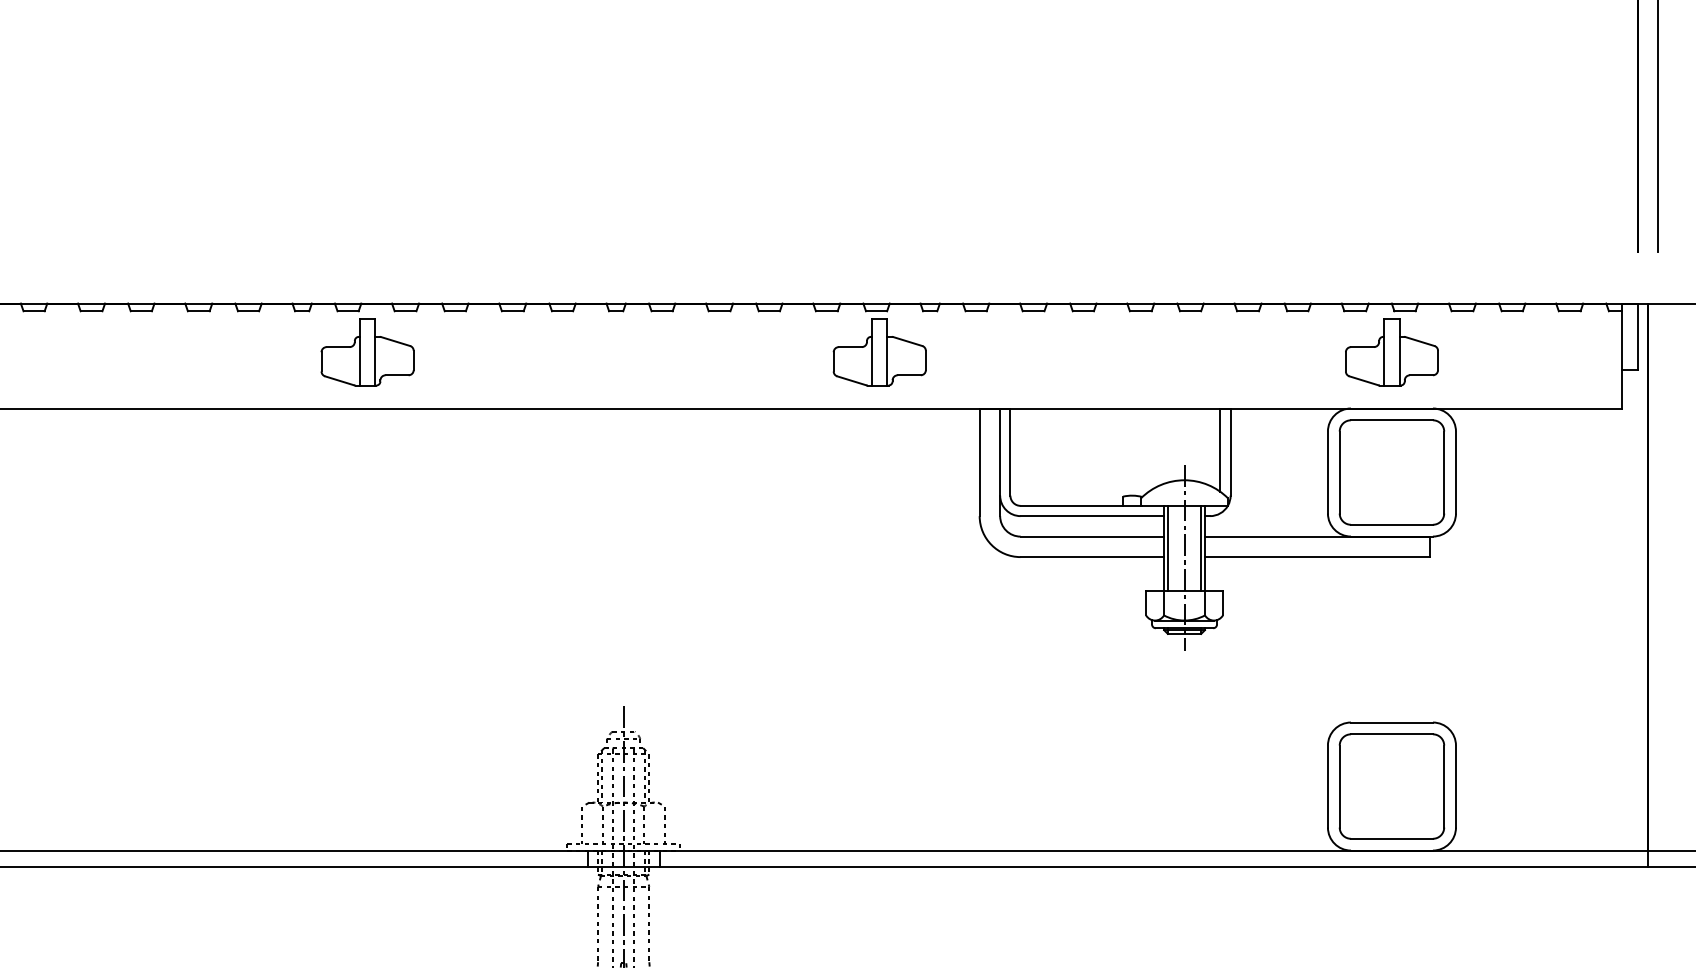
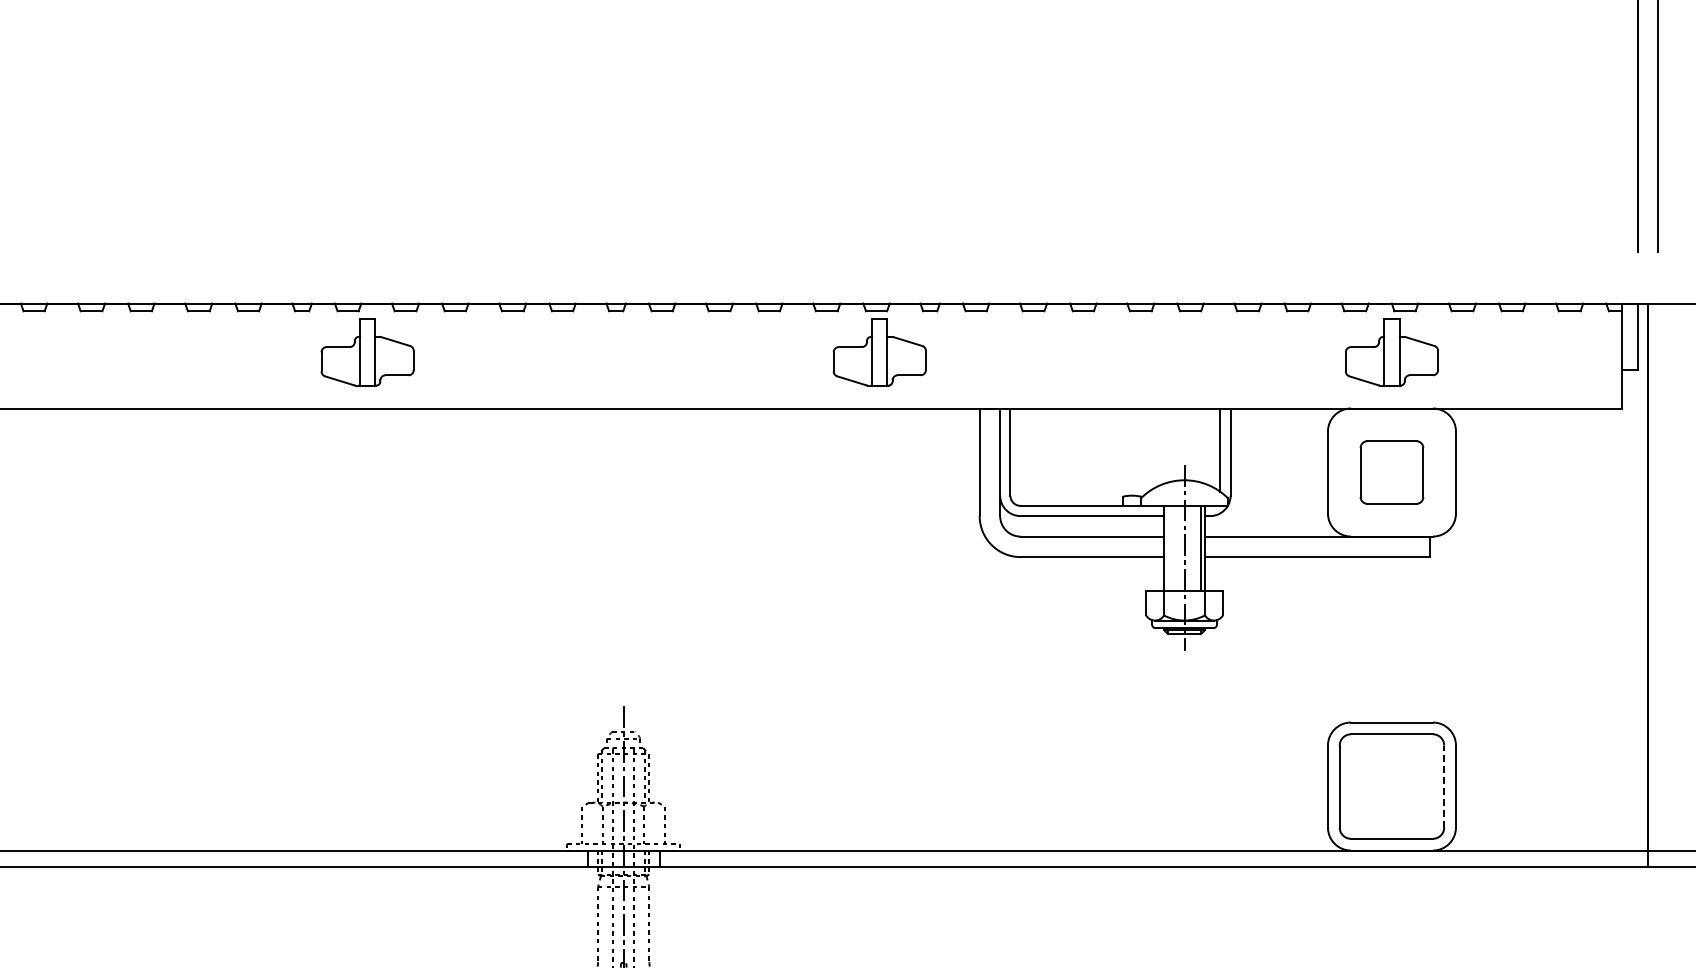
part at (1391, 472) size: 108x107 px -> 66x65 px
line at (1167, 547): present -> none
line at (1444, 786): solid -> dashed
